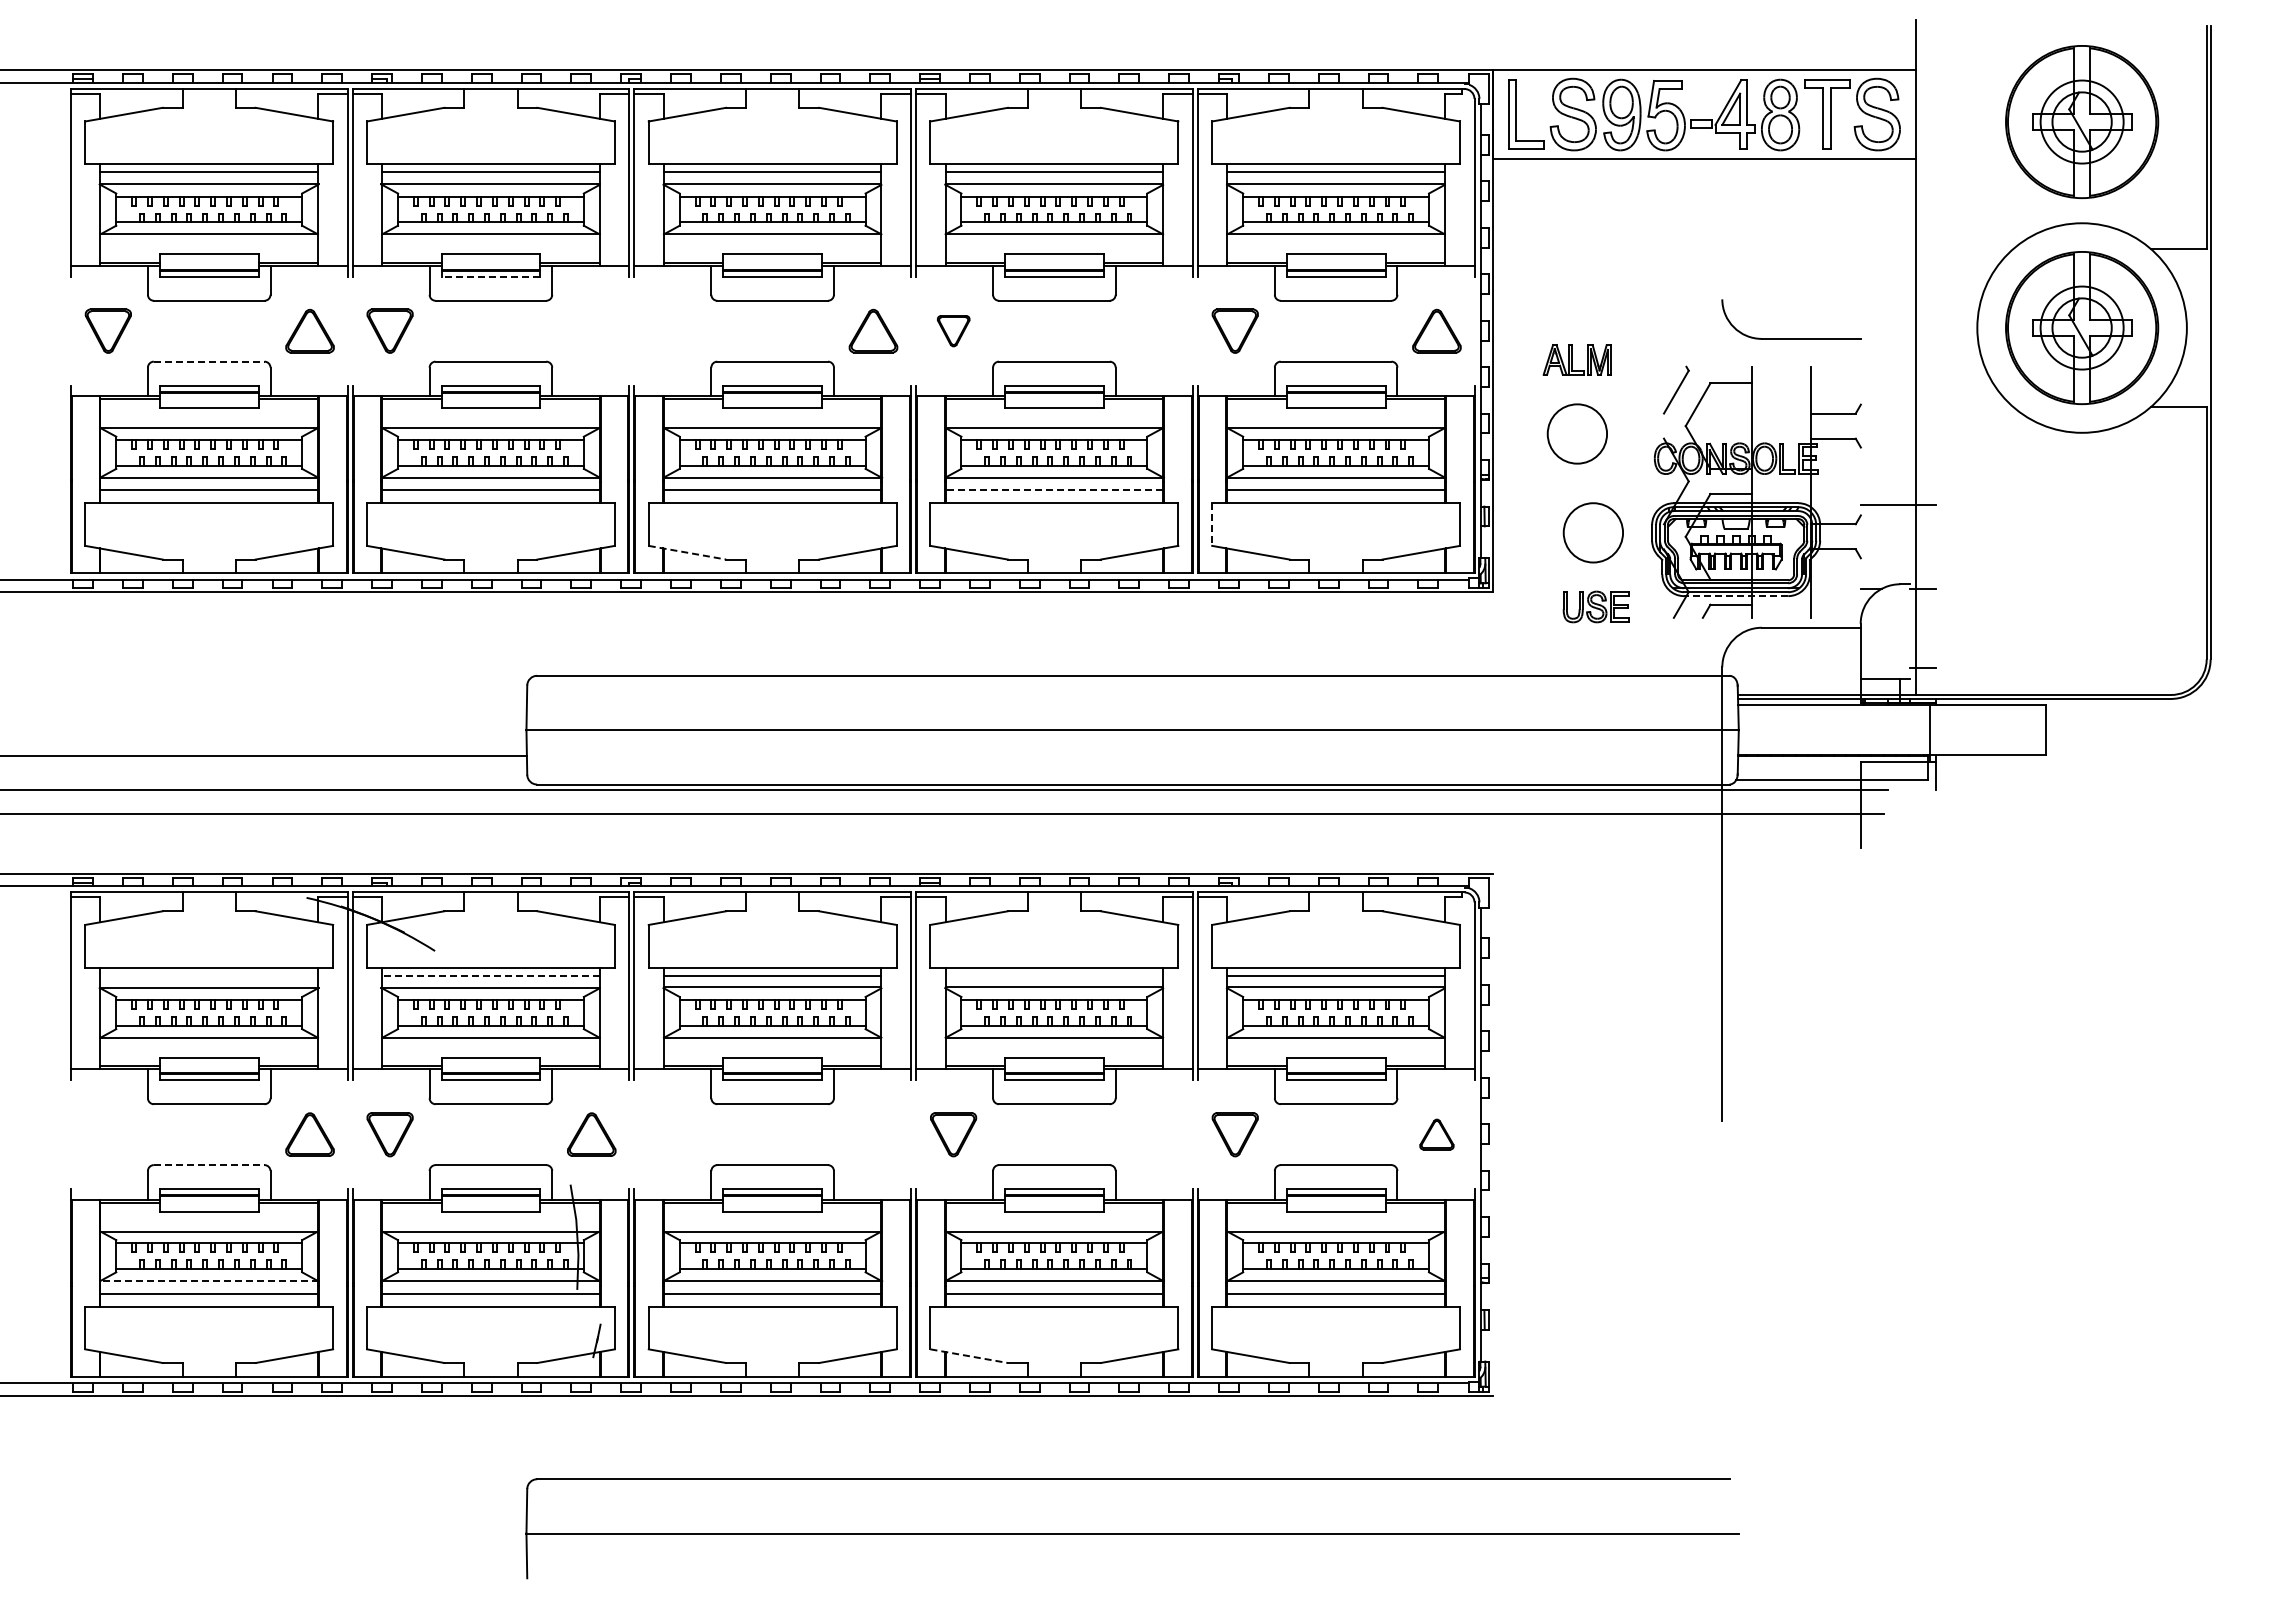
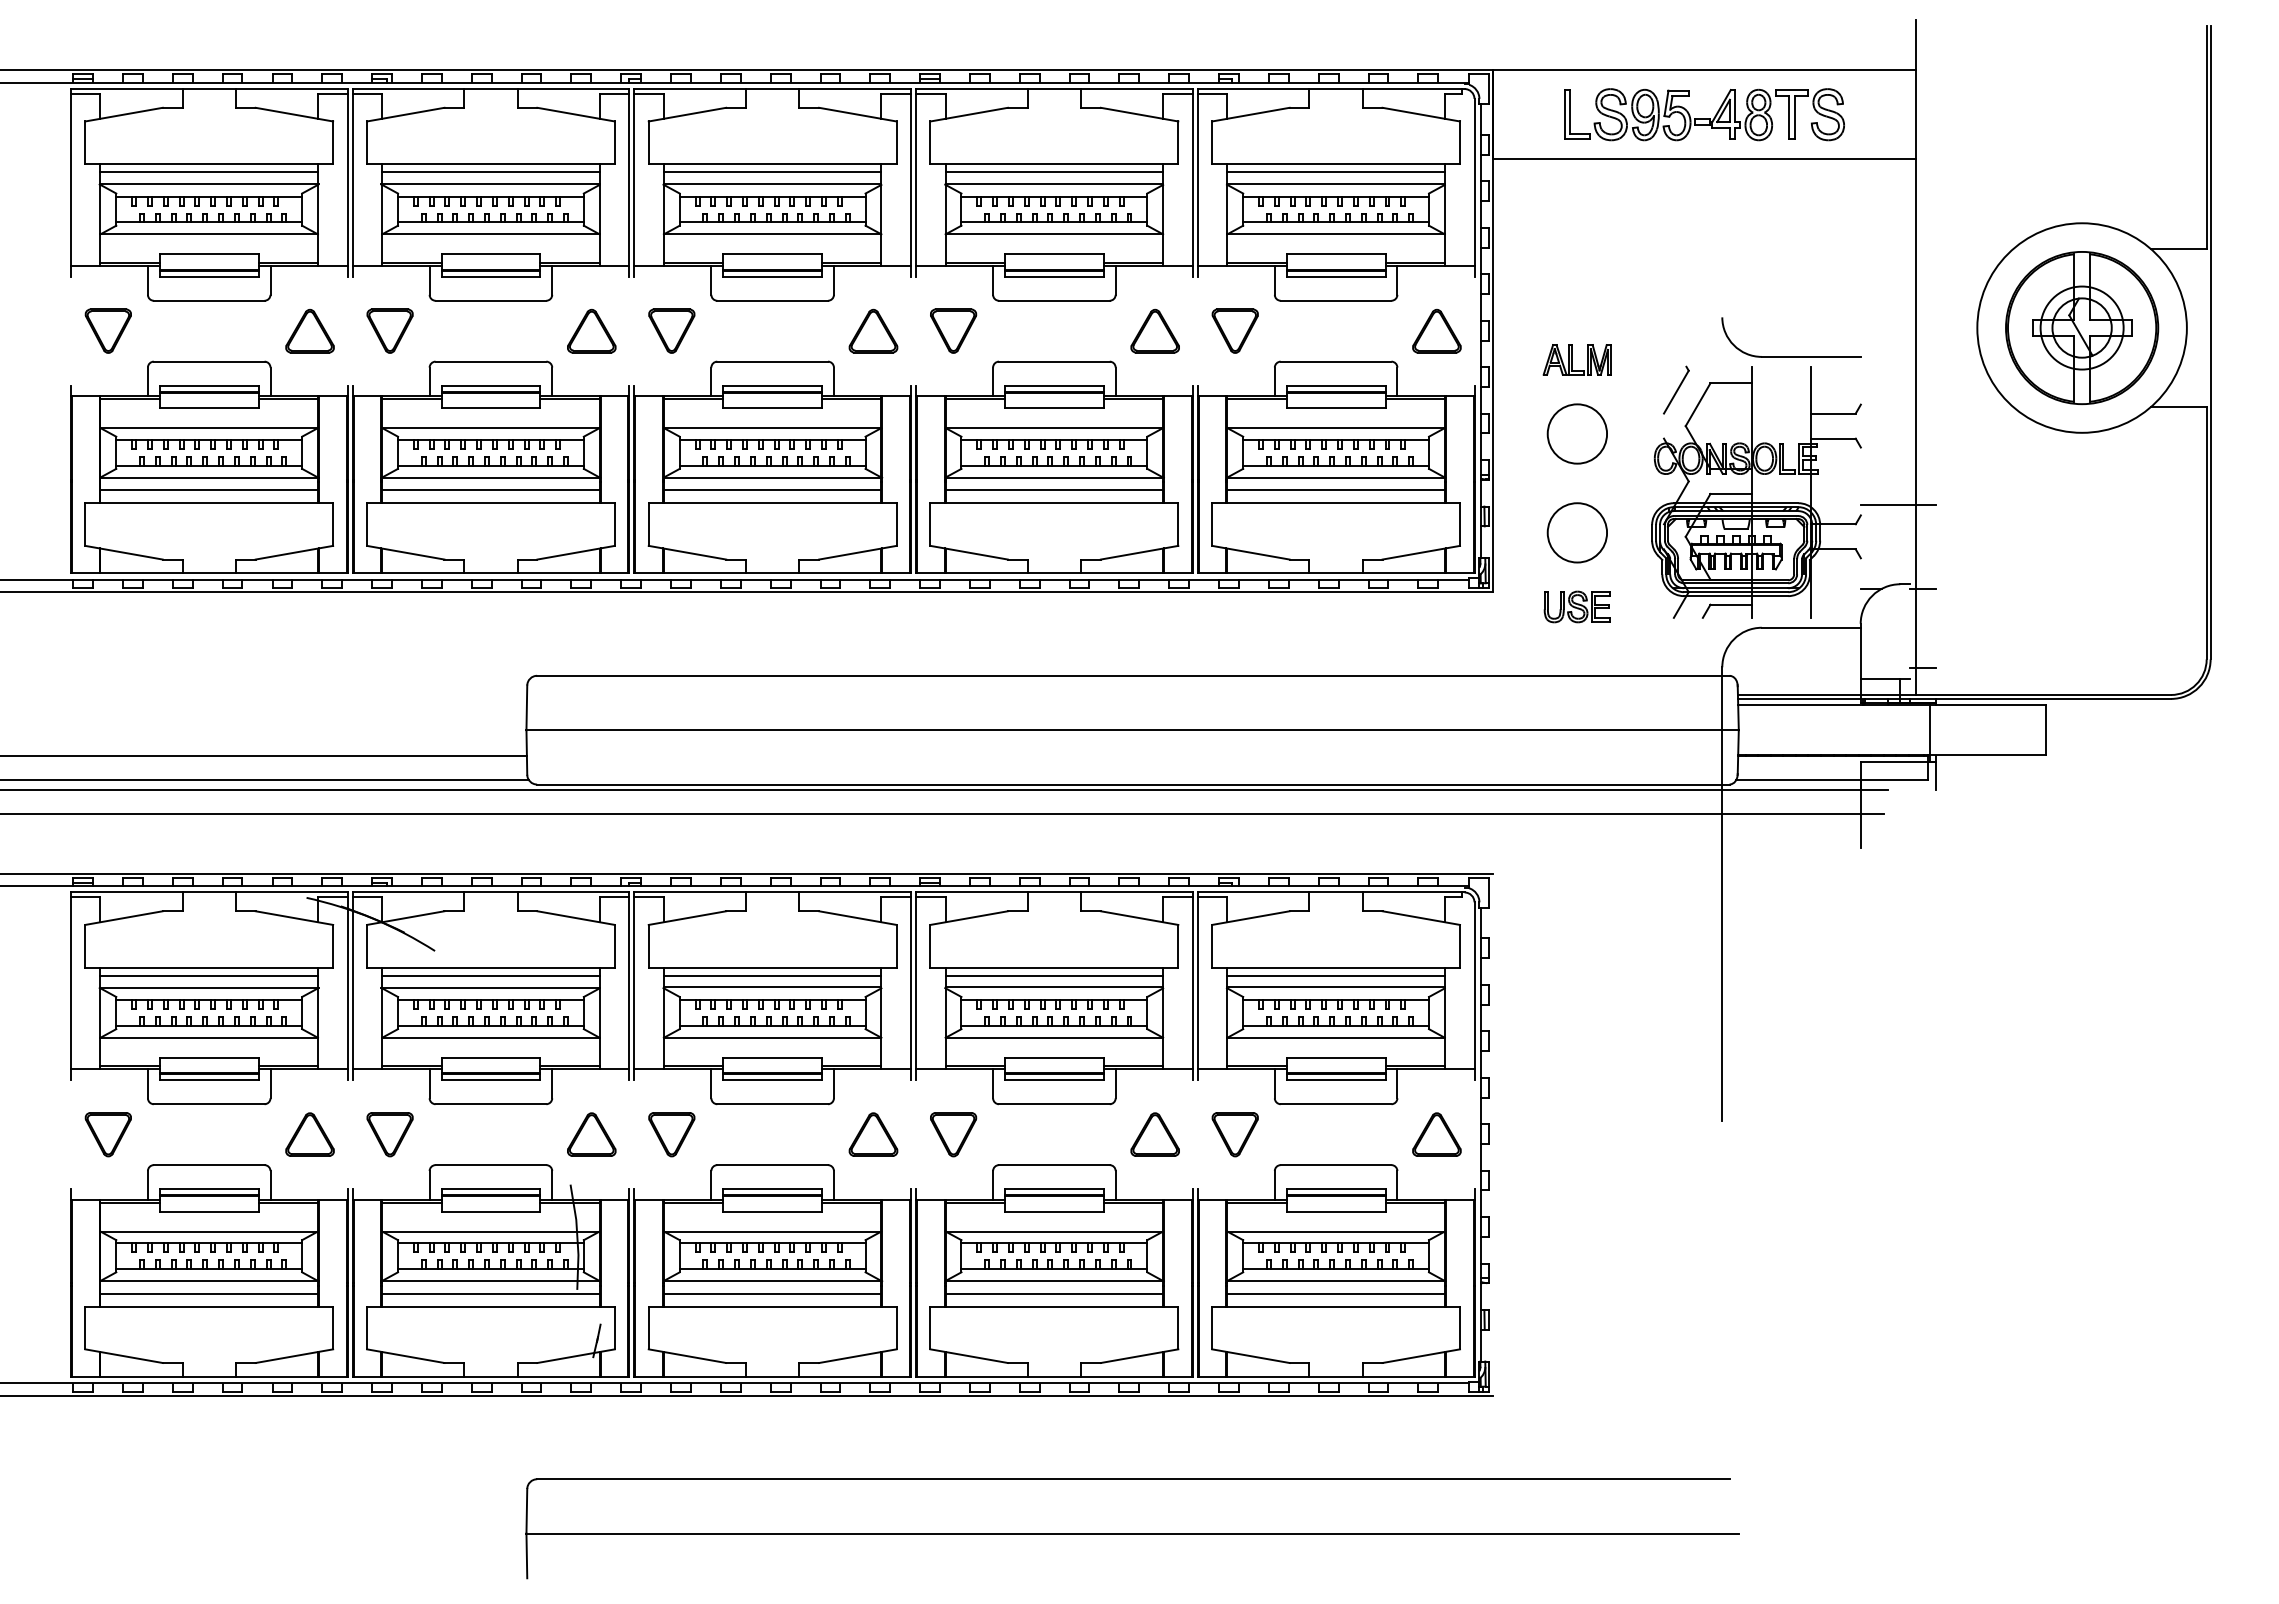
part at (1704, 114) size: 393x75 px -> 281x54 px
part at (2082, 122): present -> none
line at (490, 276): dashed -> solid
part at (591, 330): none -> present
part at (671, 330): none -> present
part at (1154, 330): none -> present
part at (953, 331) size: 34x33 px -> 48x46 px
part at (1791, 338) position: (1791, 338) -> (1791, 356)
line at (209, 361): dashed -> solid
line at (1054, 490): dashed -> solid
line at (1212, 525): dashed -> solid
circle at (1592, 532) position: (1592, 532) -> (1576, 532)
line at (687, 552): dashed -> solid
line at (1735, 596): dashed -> solid
part at (1595, 606) position: (1595, 606) -> (1576, 606)
line at (265, 779): none -> present
line at (208, 975): none -> present
line at (490, 975): dashed -> solid
line at (1054, 975): none -> present
part at (107, 1134): none -> present
part at (671, 1134): none -> present
part at (873, 1134): none -> present
part at (1154, 1134): none -> present
part at (1436, 1134) size: 36x33 px -> 50x45 px
line at (209, 1165): dashed -> solid
line at (208, 1281): dashed -> solid
line at (969, 1356): dashed -> solid
